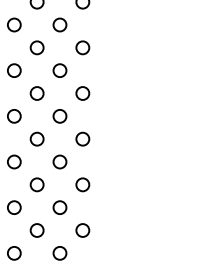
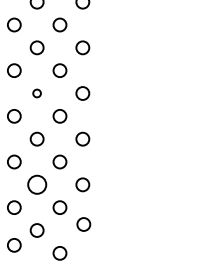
circle at (36, 93) size: 16x15 px -> 10x11 px
circle at (36, 184) size: 16x16 px -> 21x21 px
circle at (82, 230) position: (82, 230) -> (83, 224)
circle at (14, 253) position: (14, 253) -> (14, 245)
